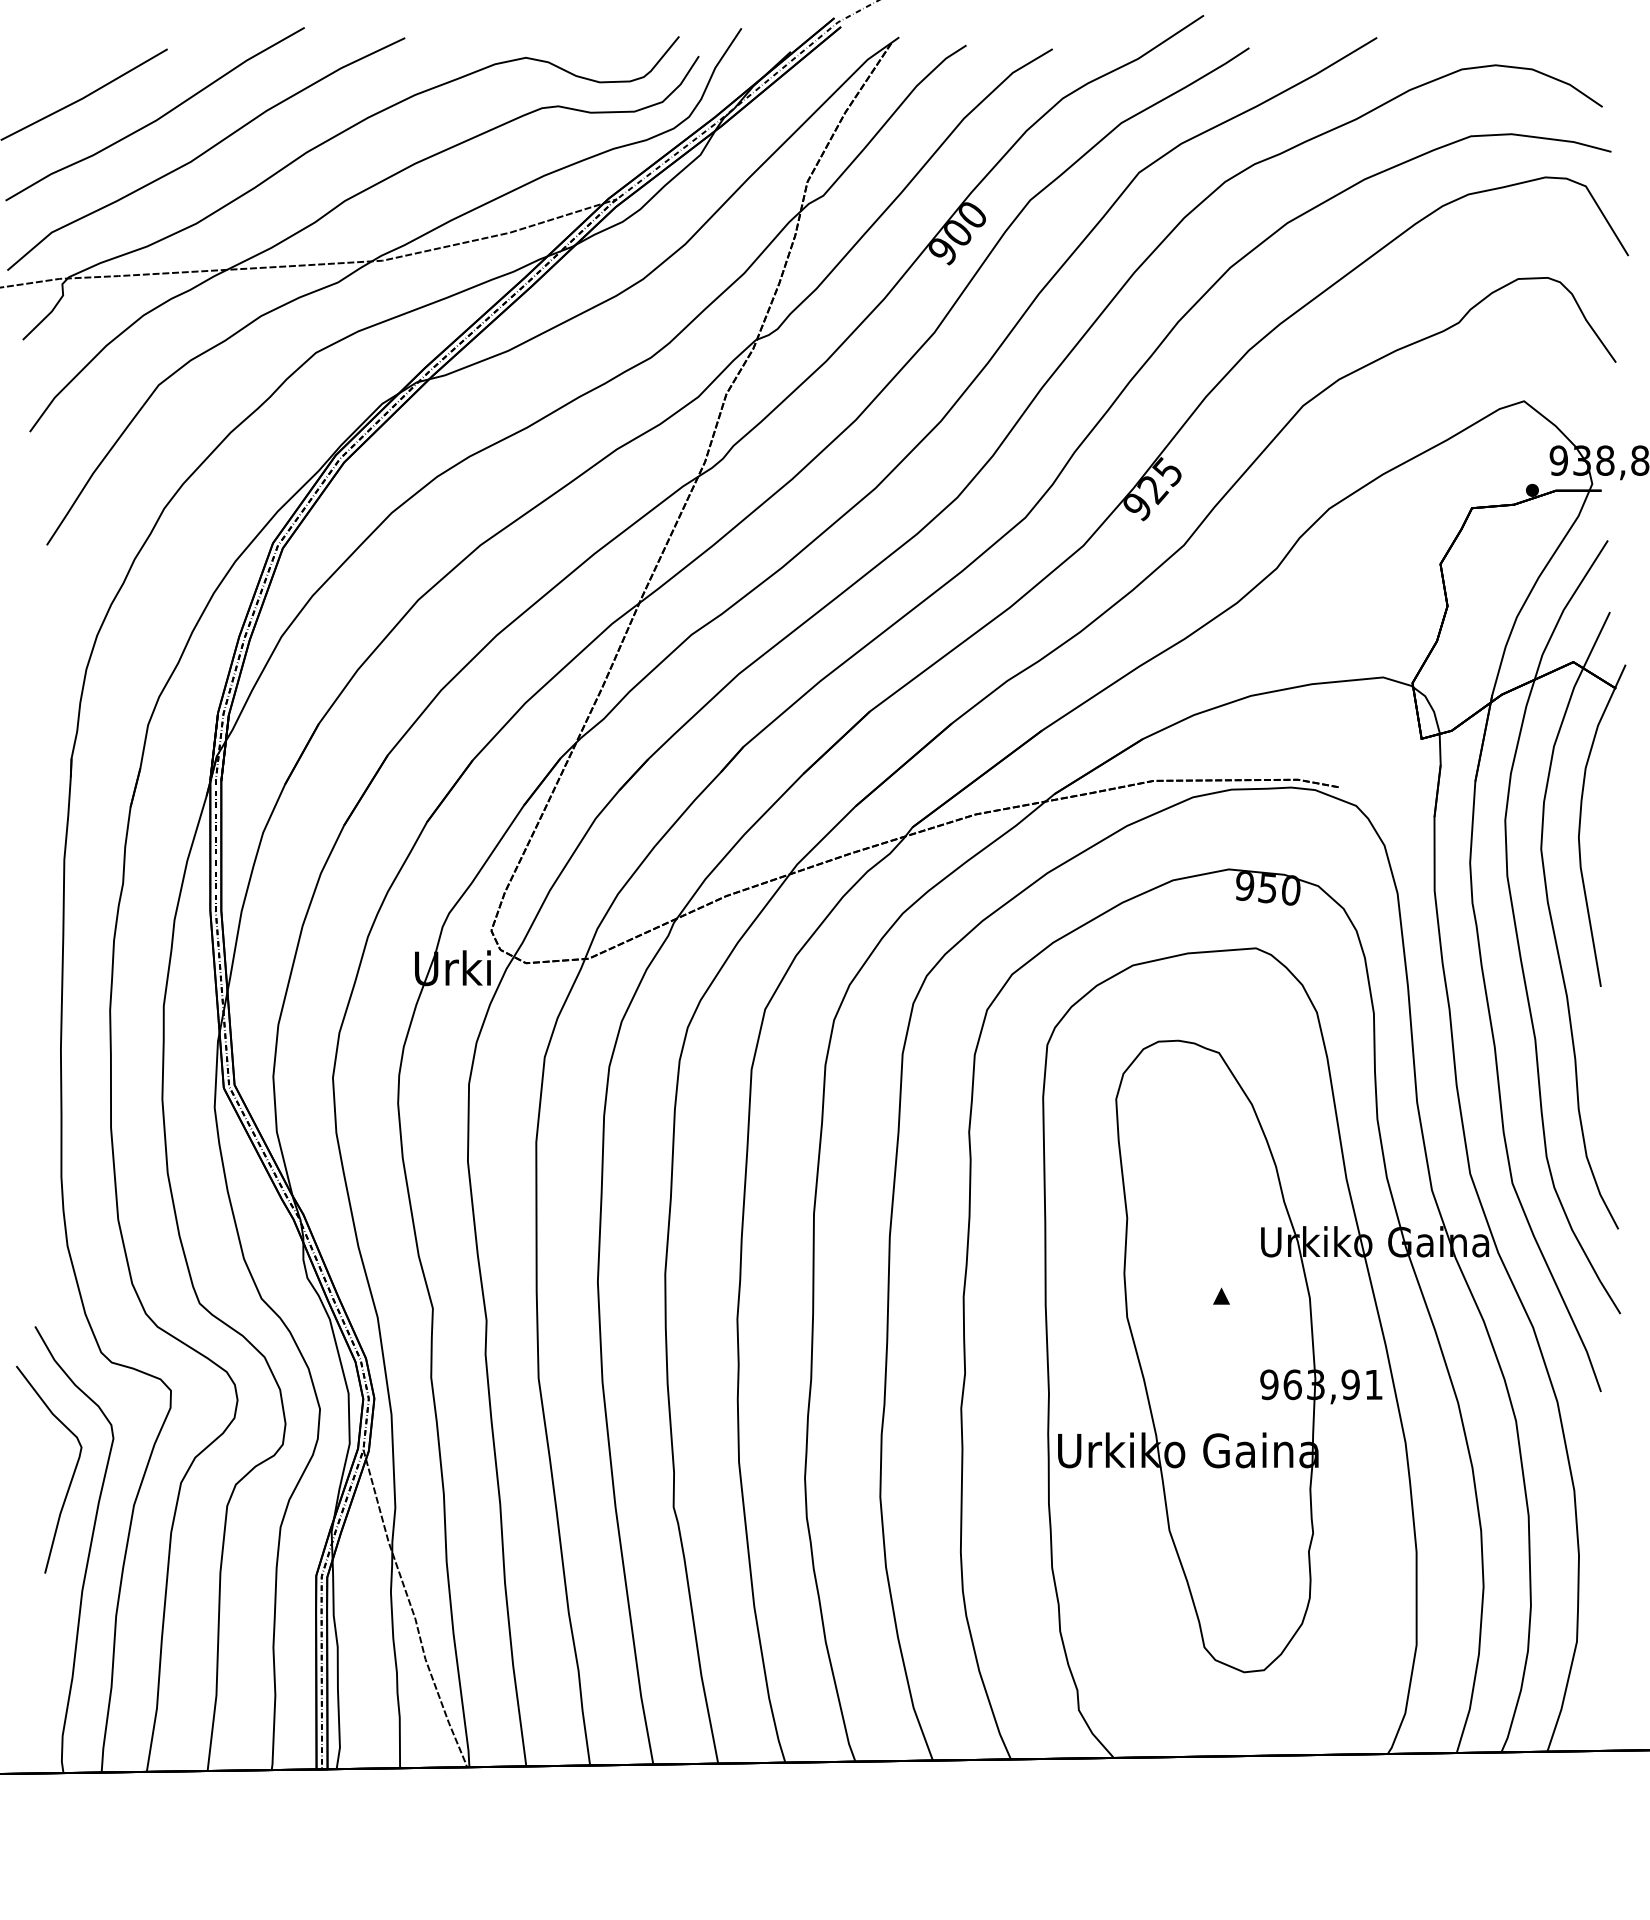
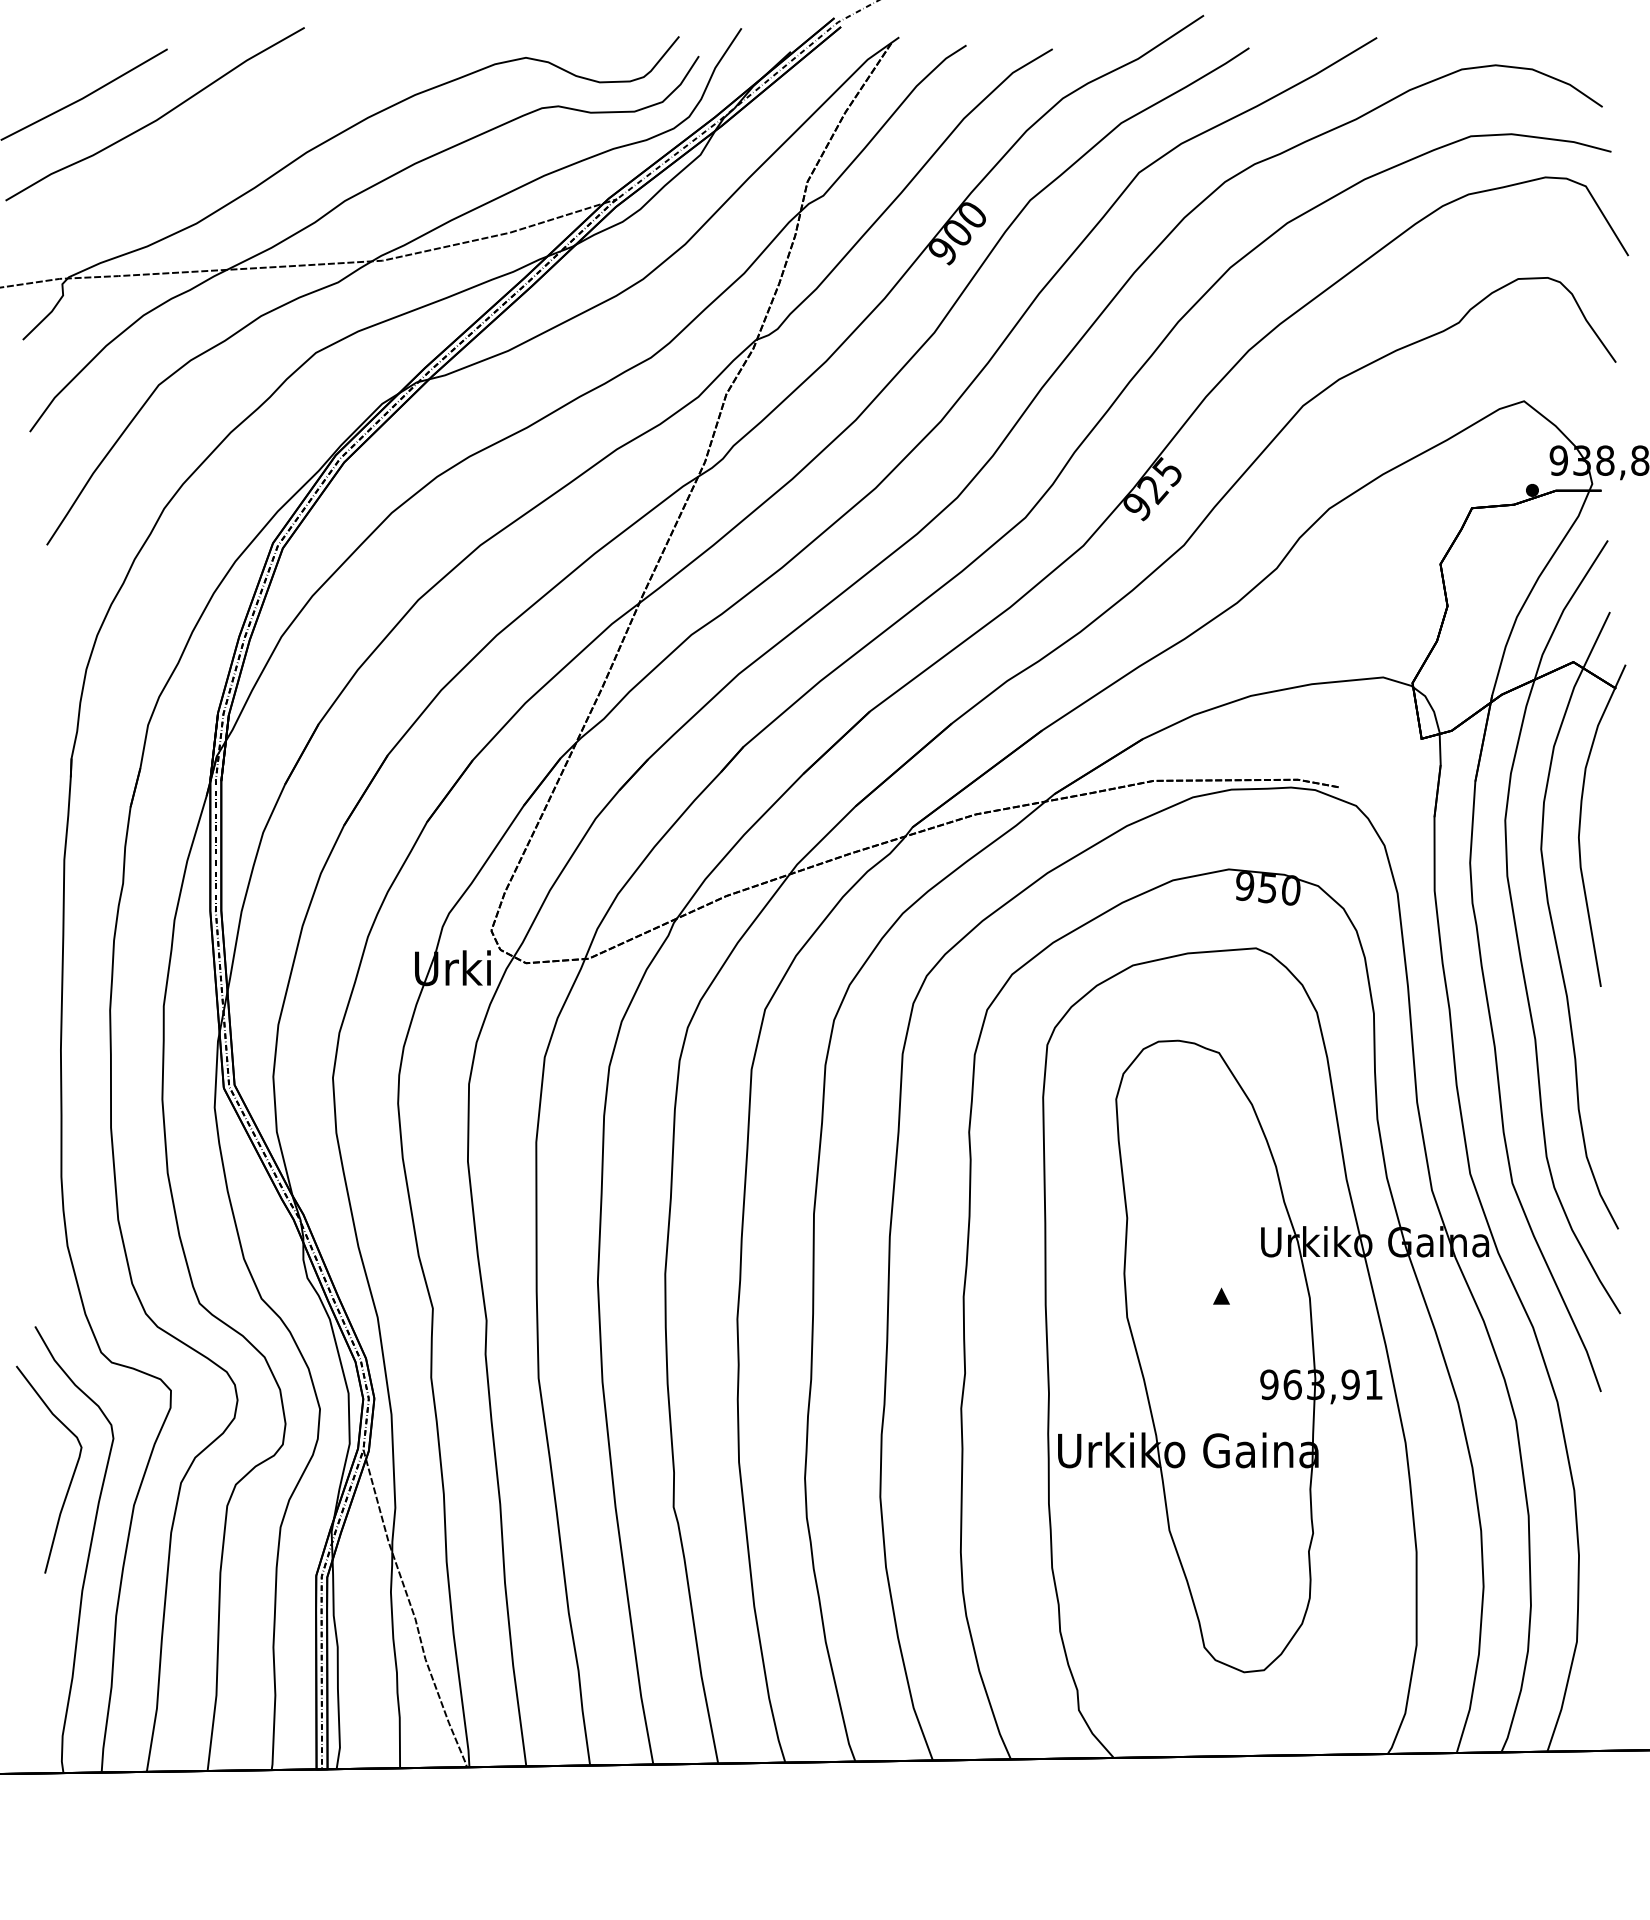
curve at (206, 152): present -> none
